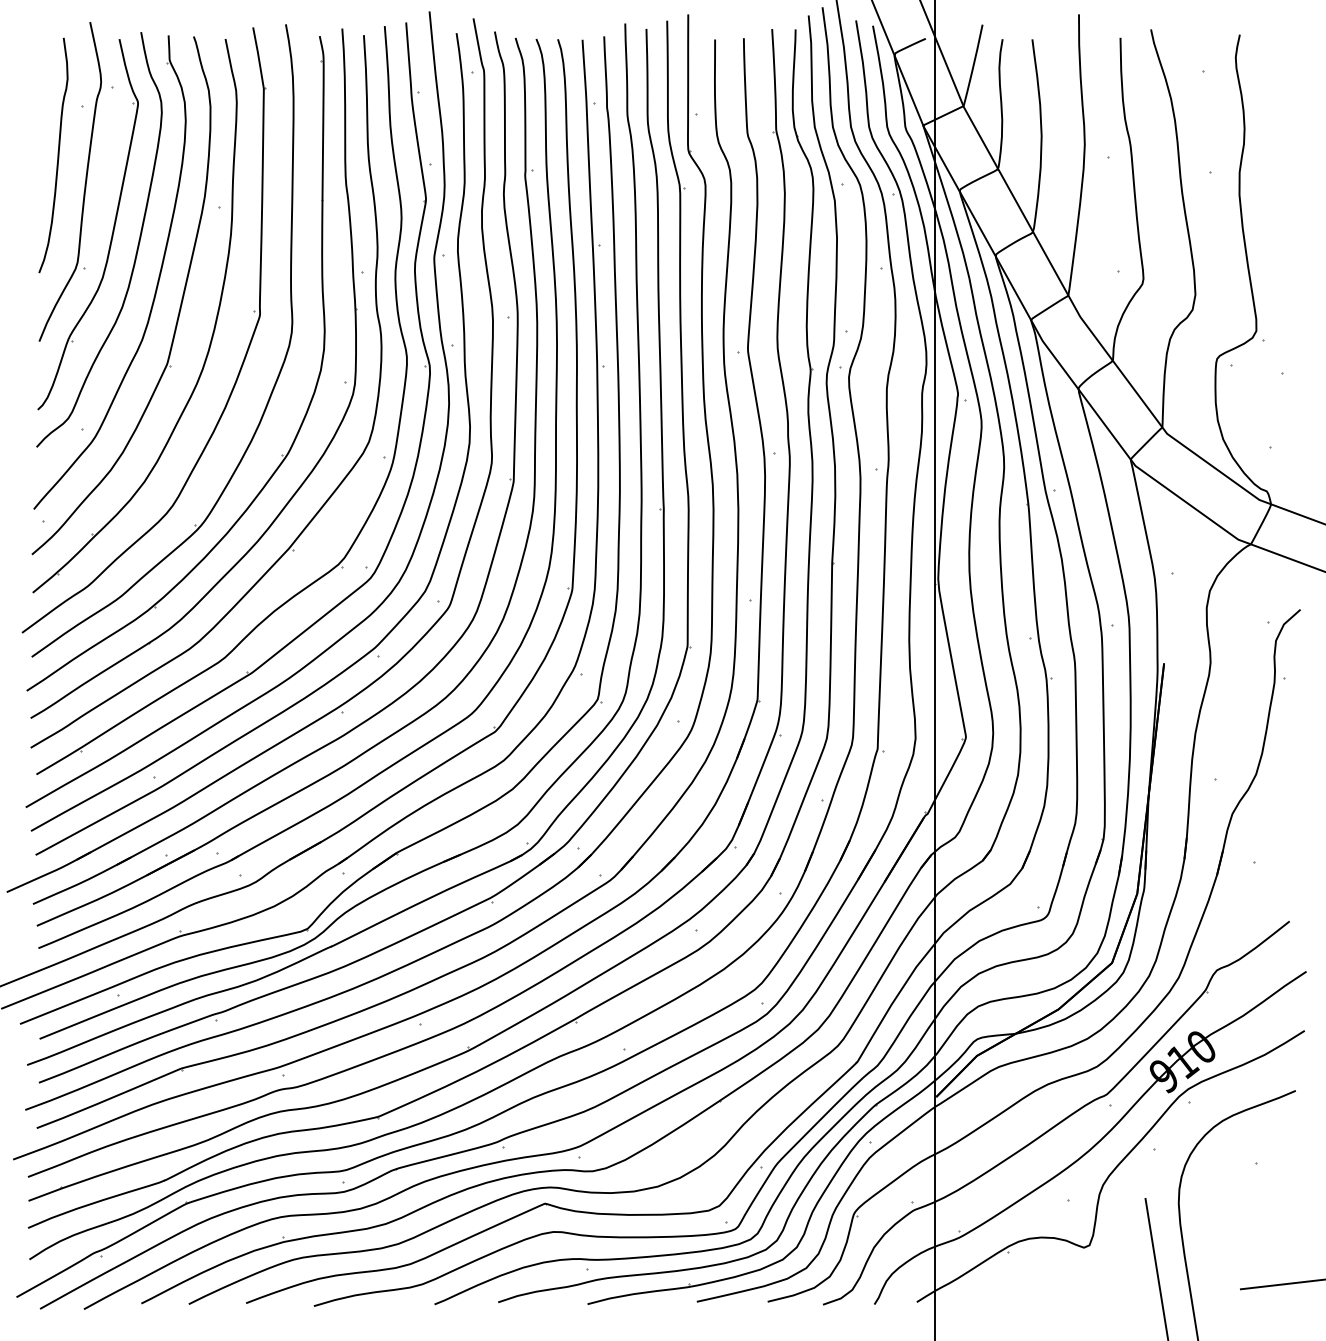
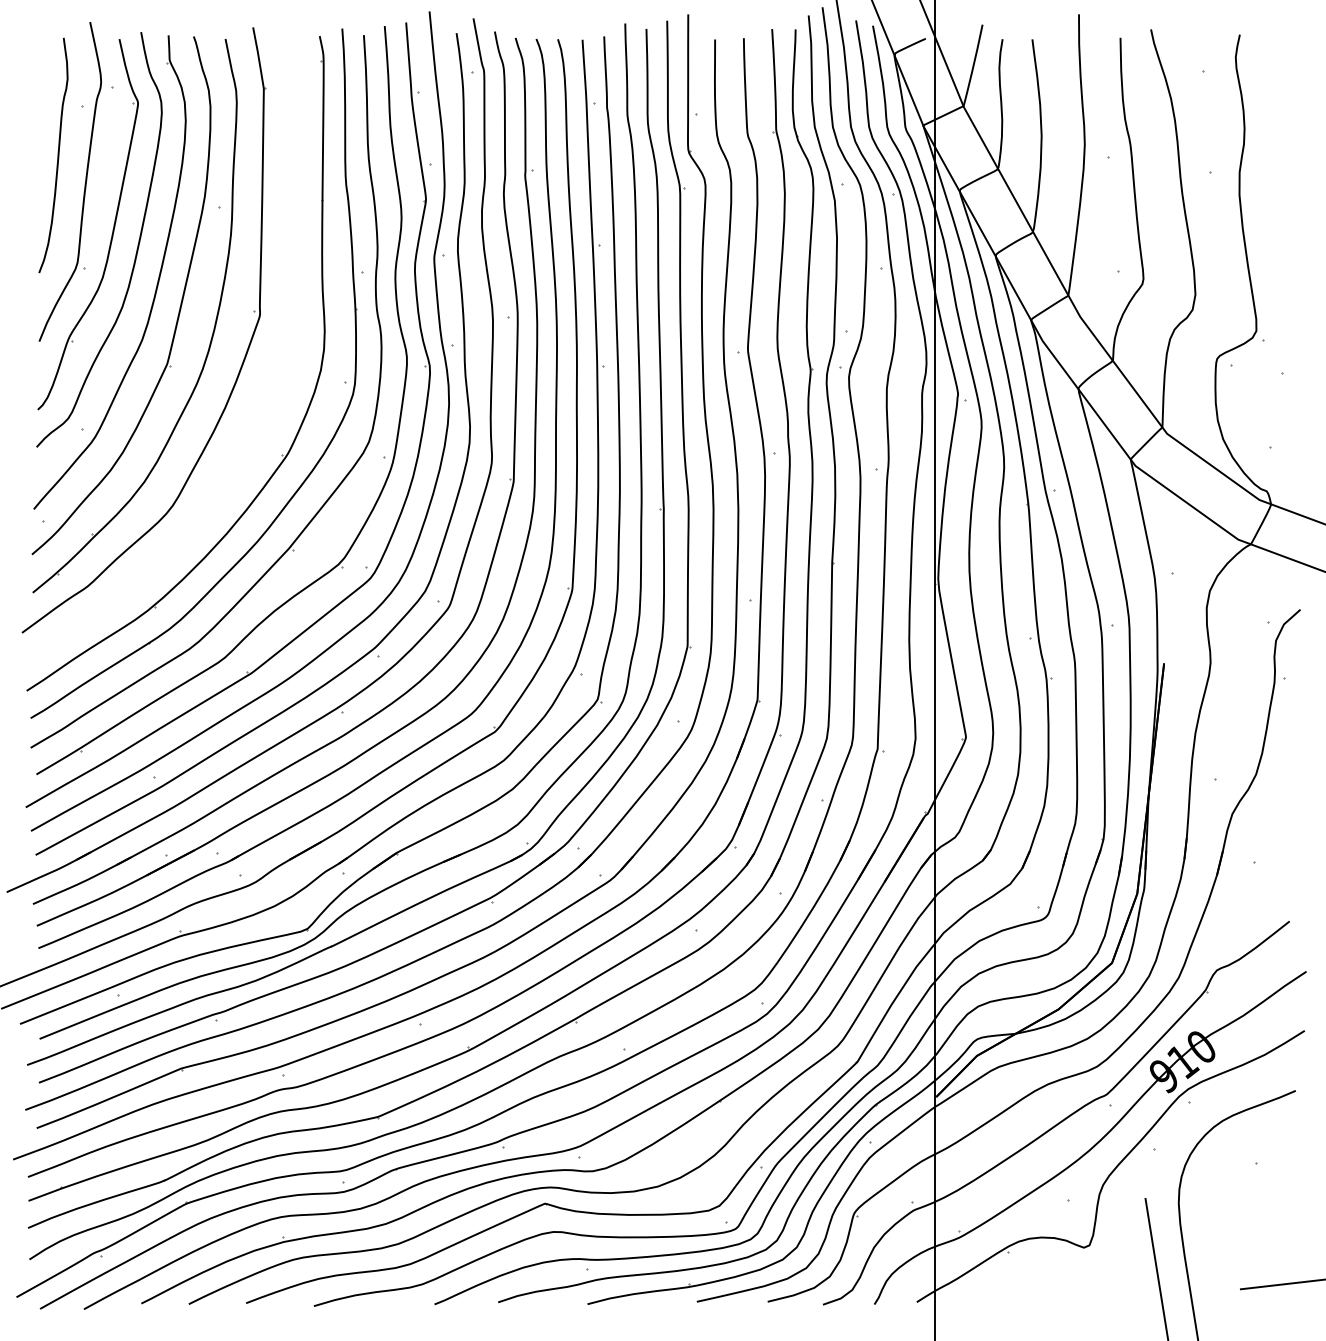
part at (273, 385): present -> none
